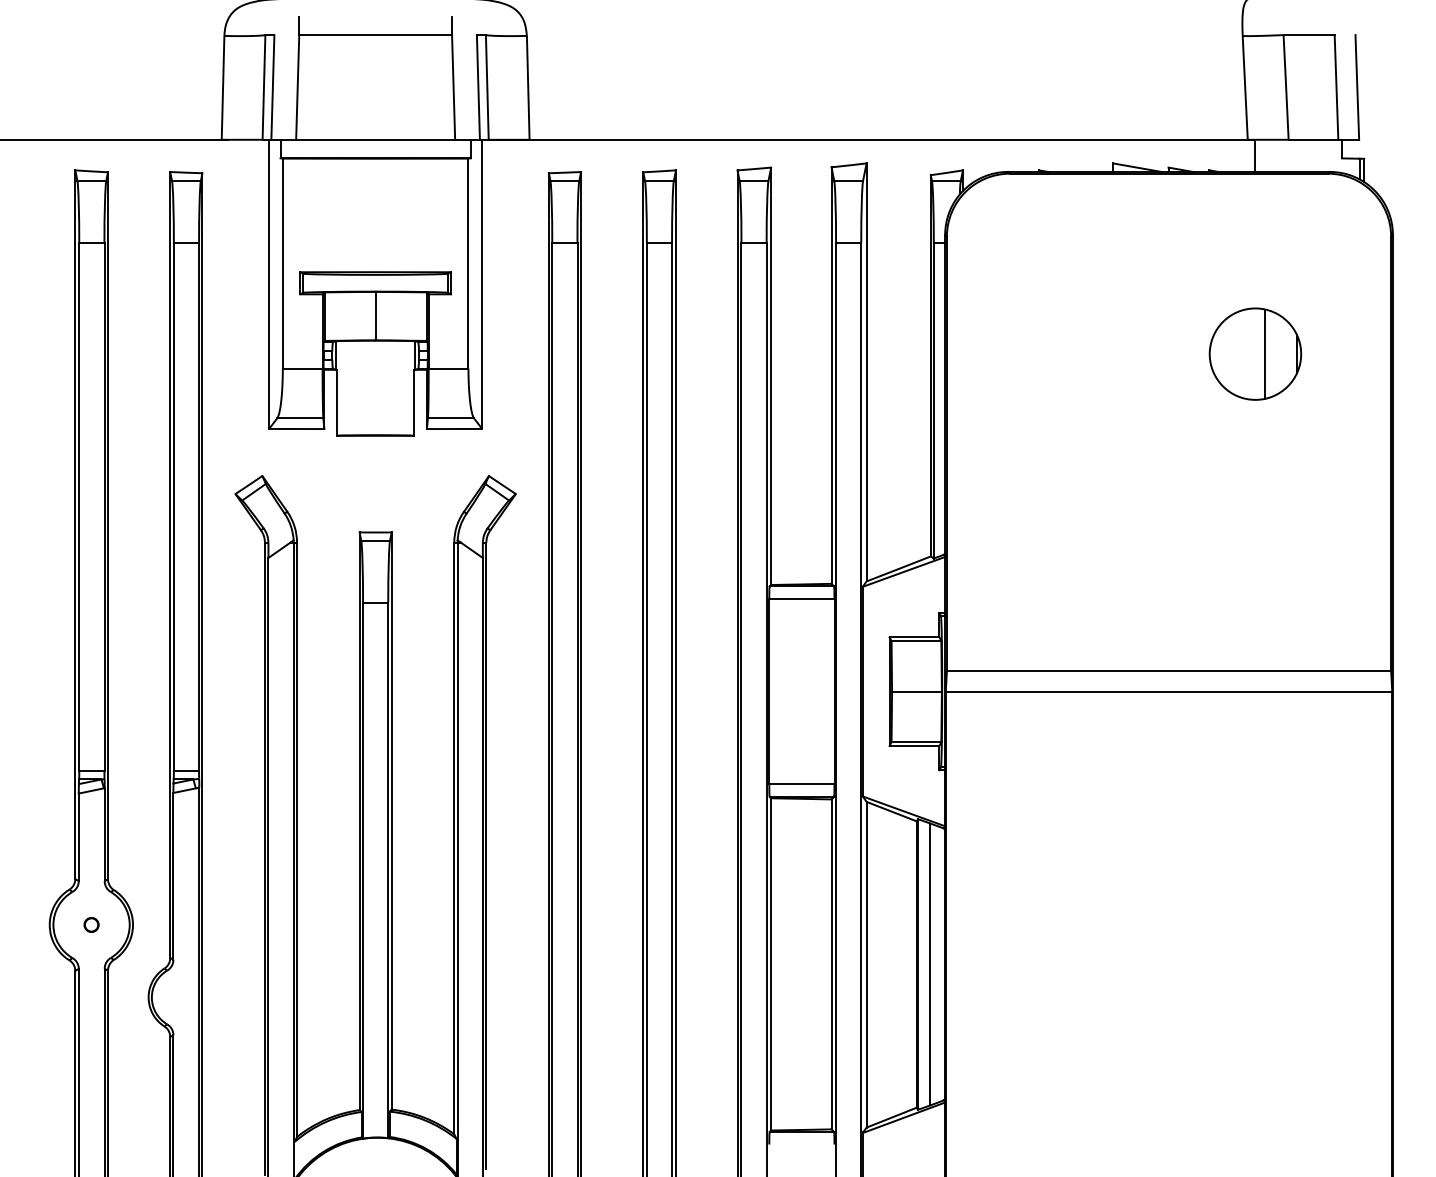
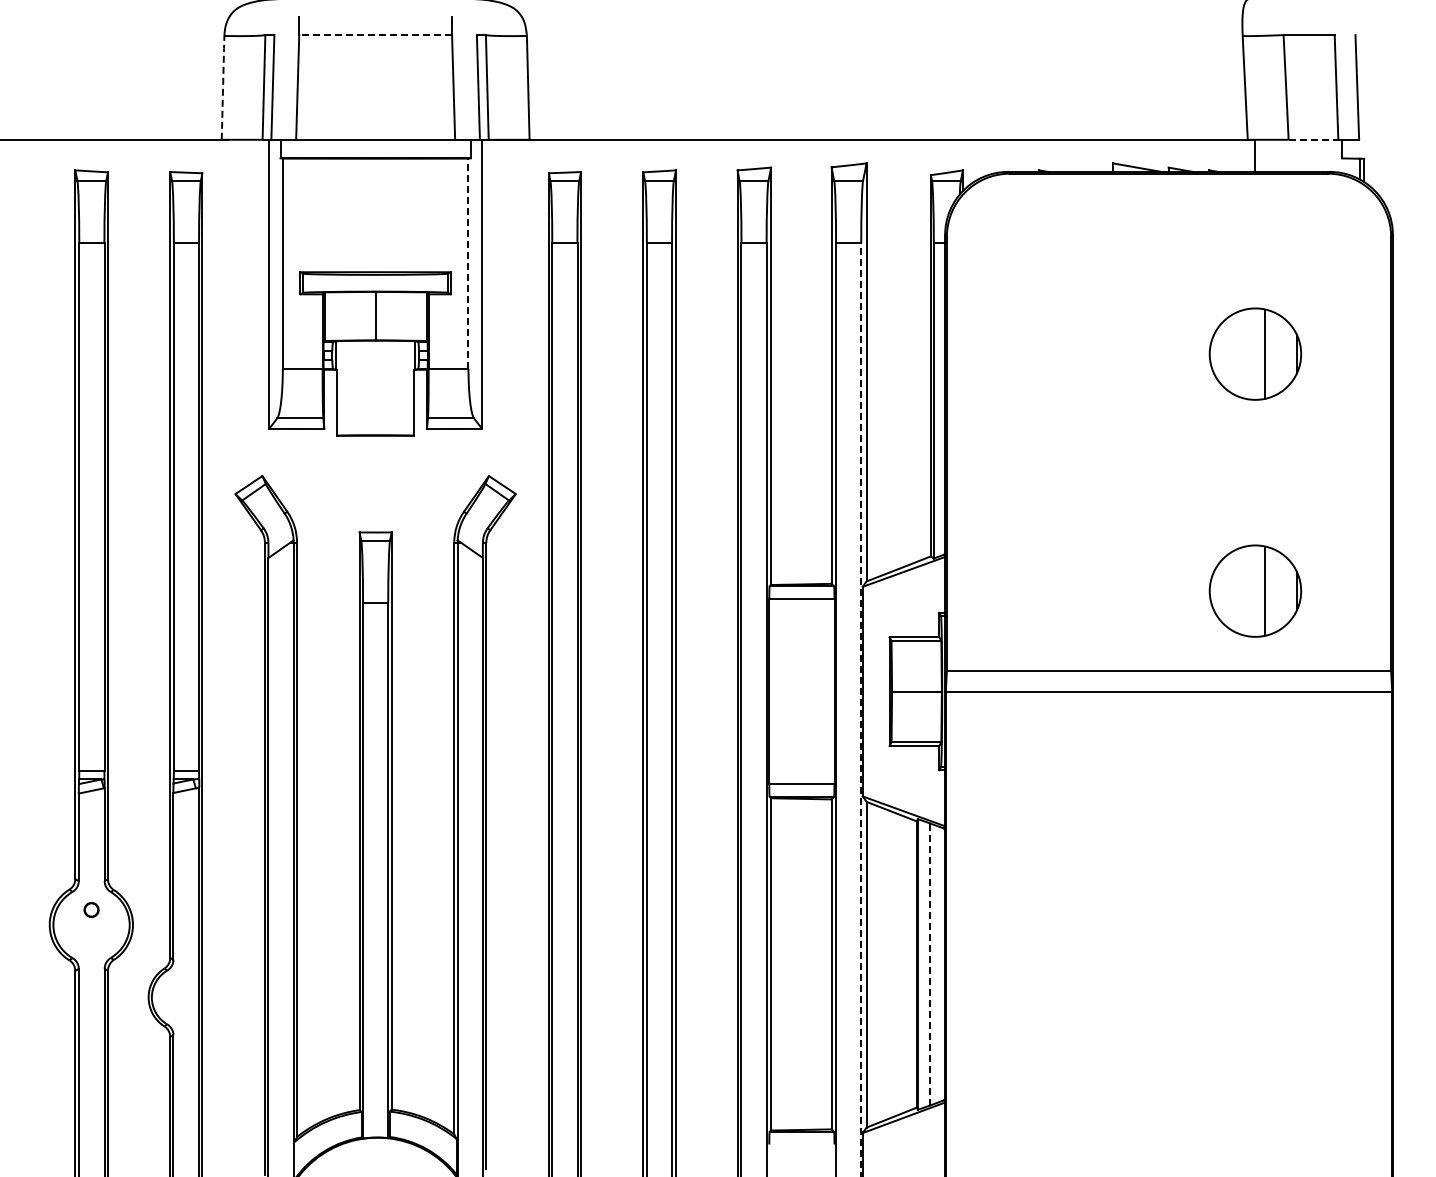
line at (375, 35): solid -> dashed
line at (223, 87): solid -> dashed
line at (1313, 139): solid -> dashed
line at (468, 263): solid -> dashed
part at (1255, 590): none -> present
line at (861, 709): solid -> dashed
circle at (91, 924) position: (91, 924) -> (91, 909)
line at (930, 964): solid -> dashed
